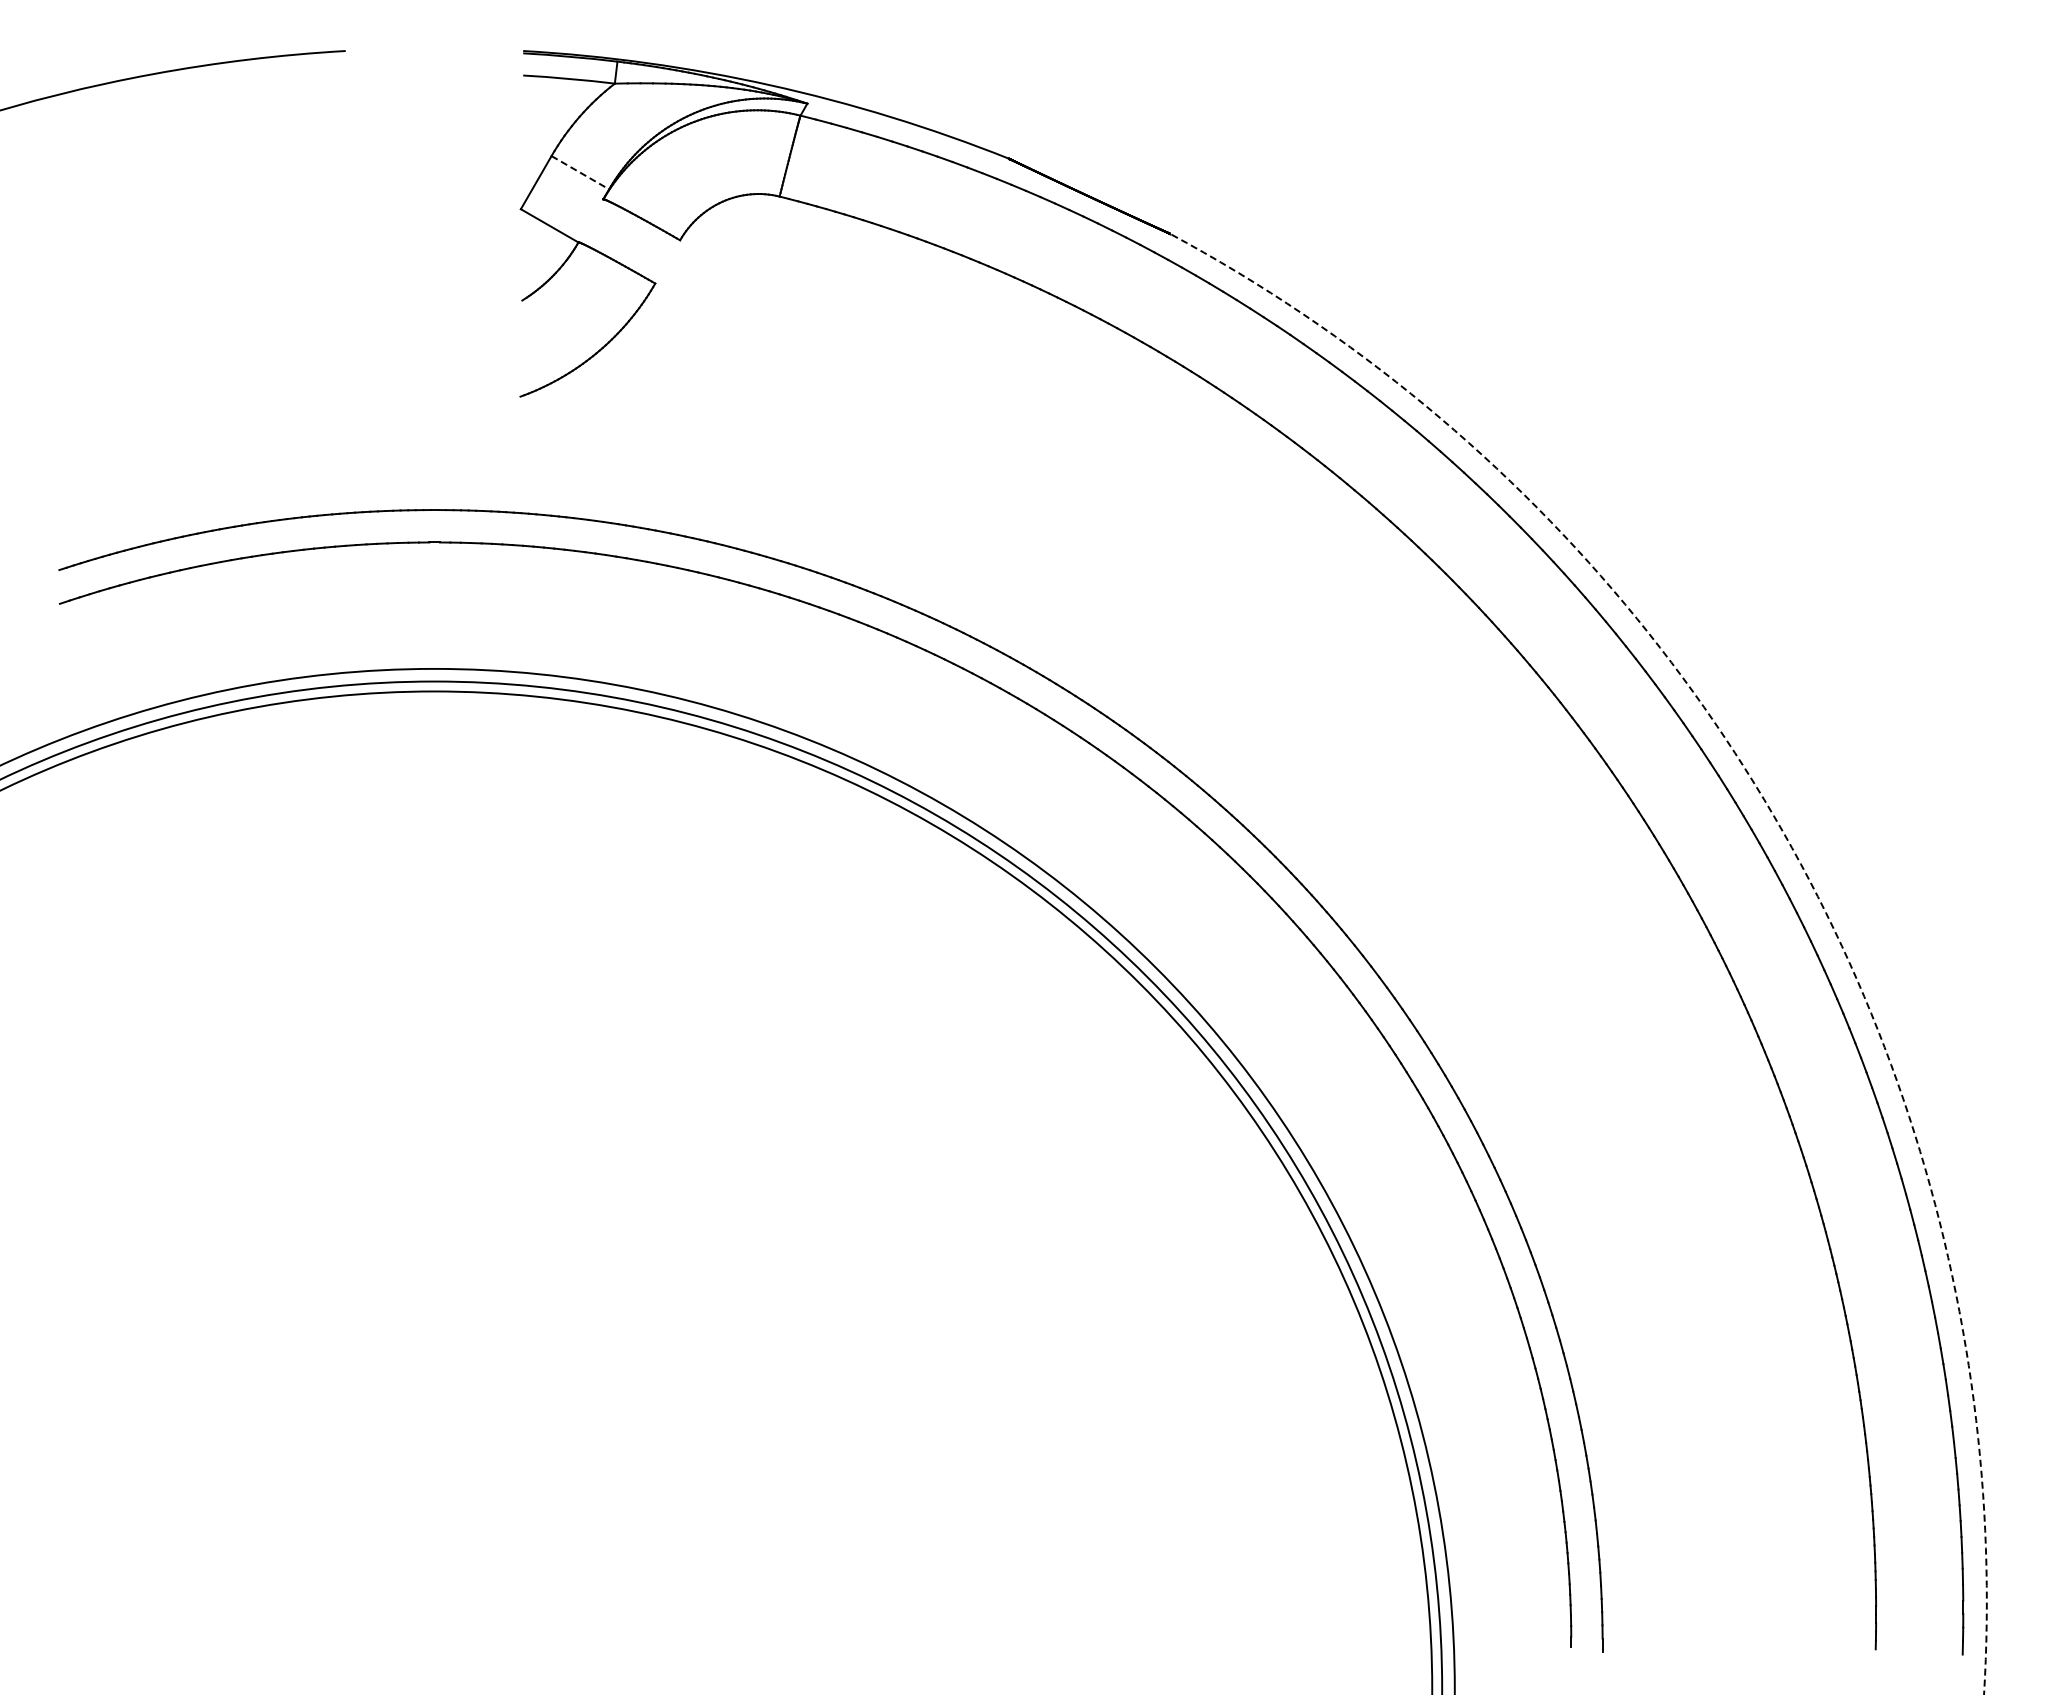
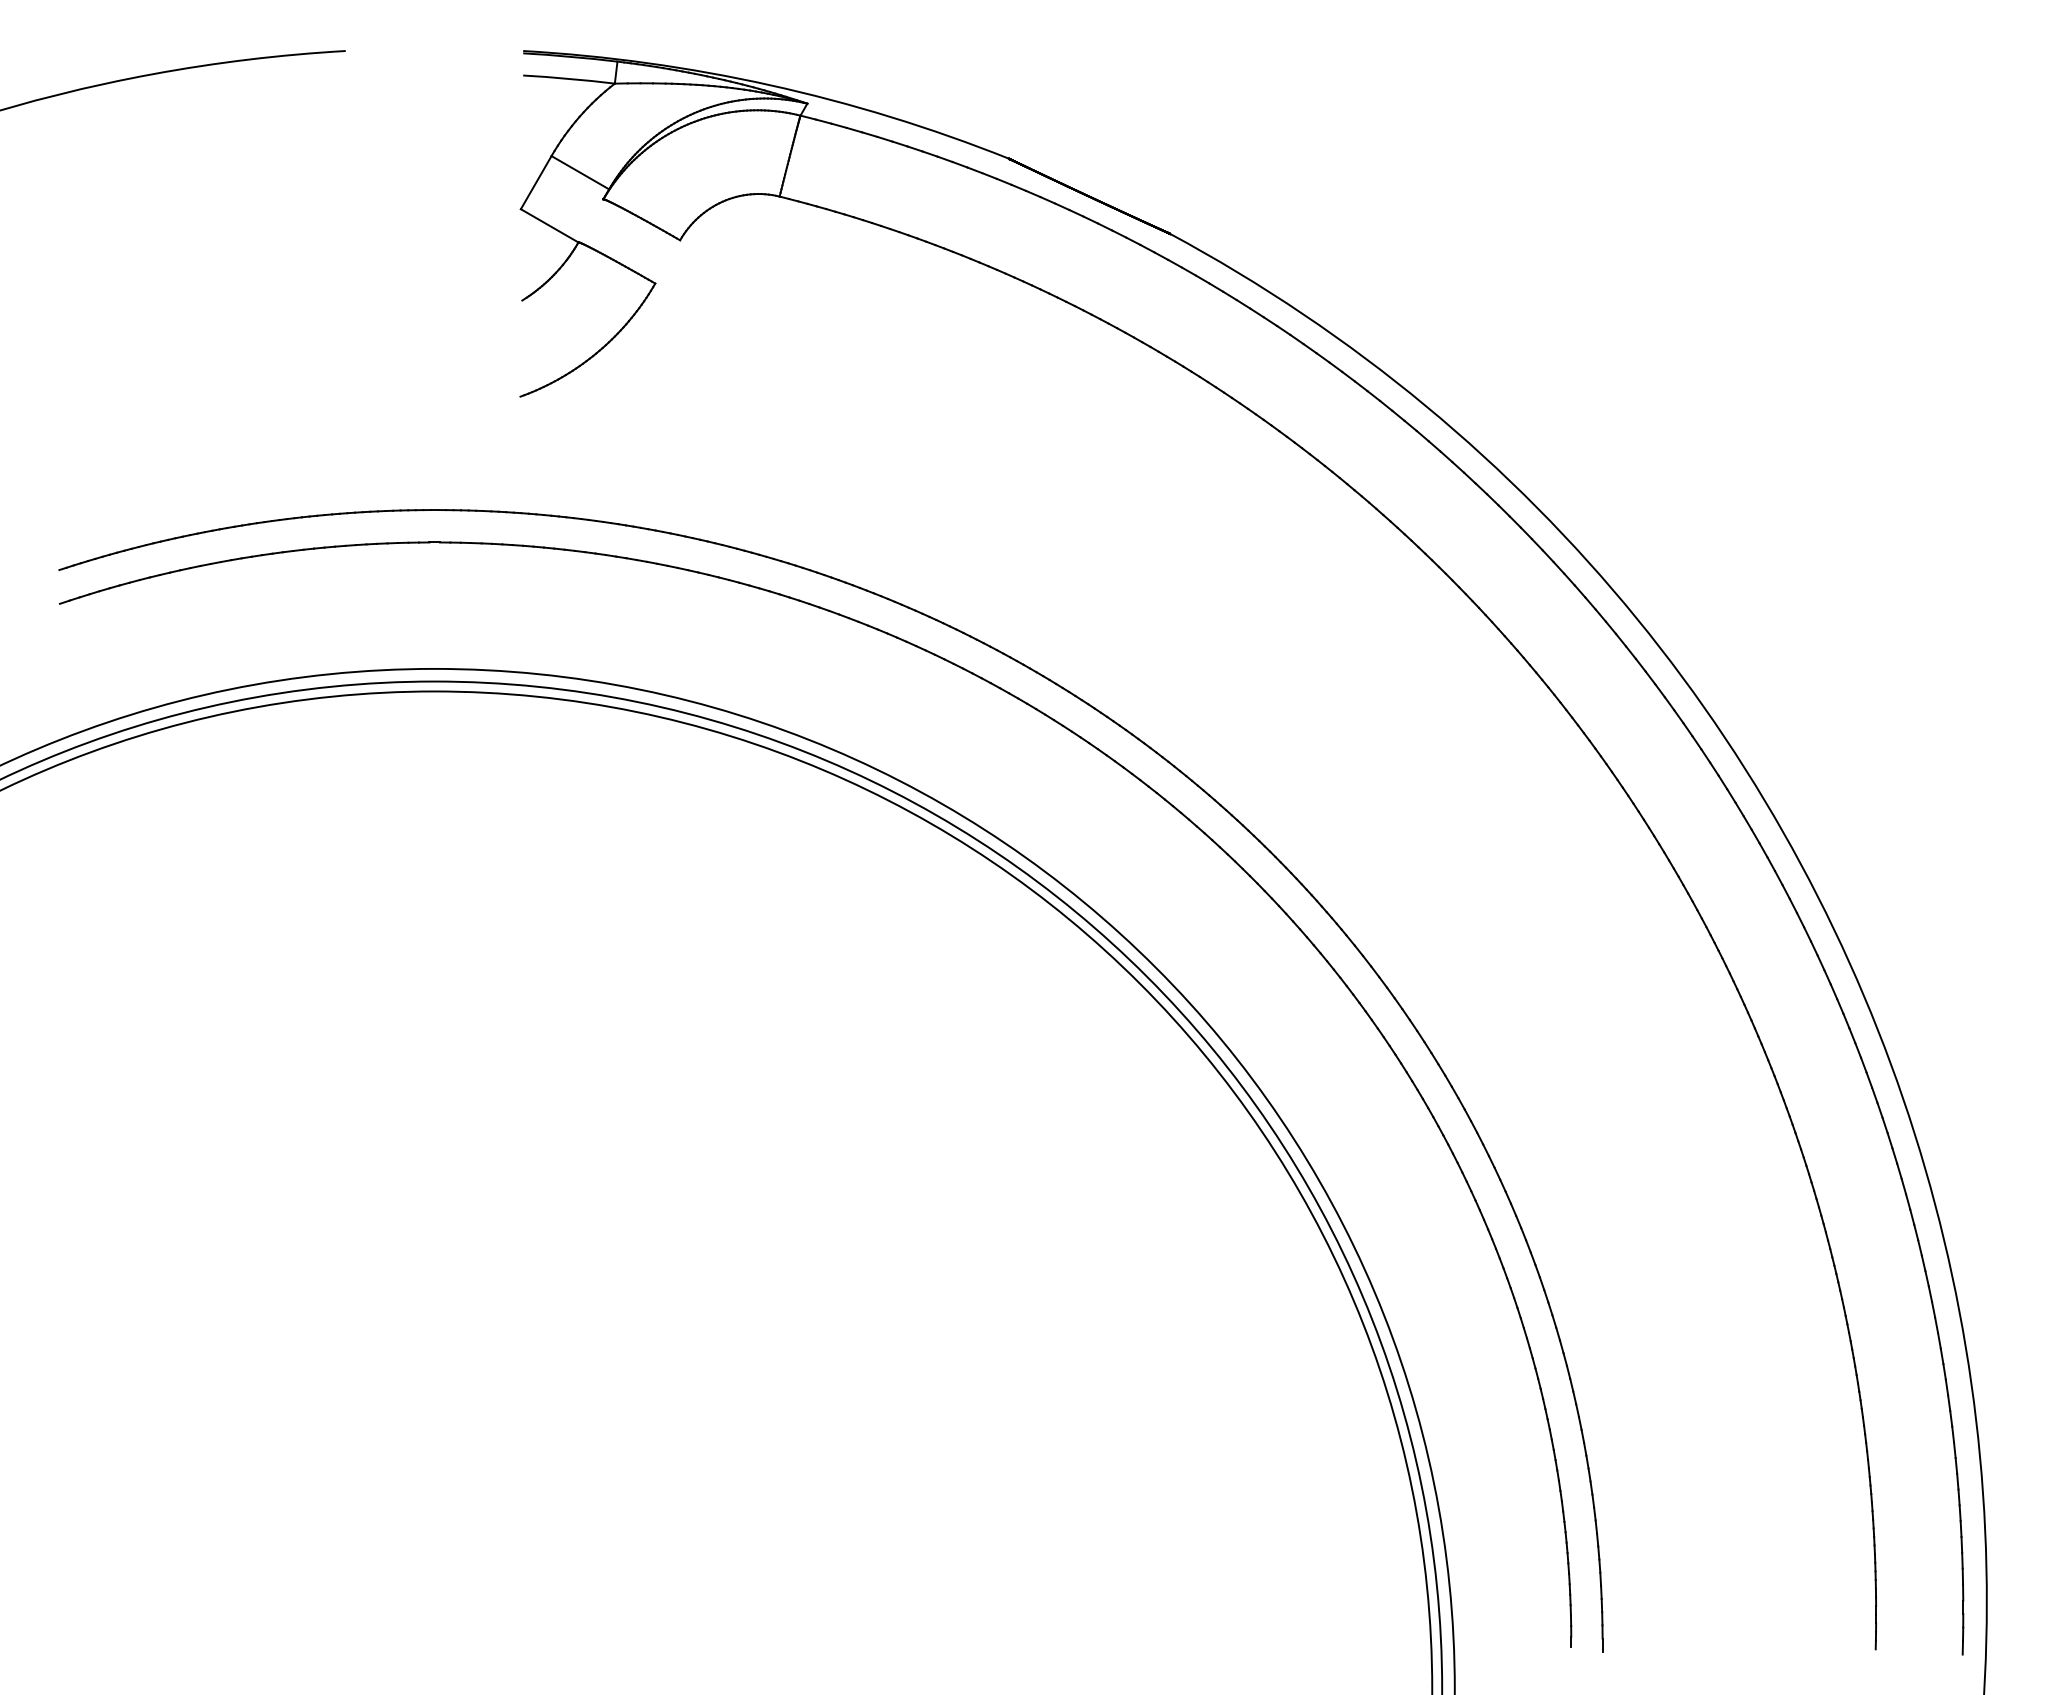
line at (580, 172): dashed -> solid
arc at (1789, 844): dashed -> solid
